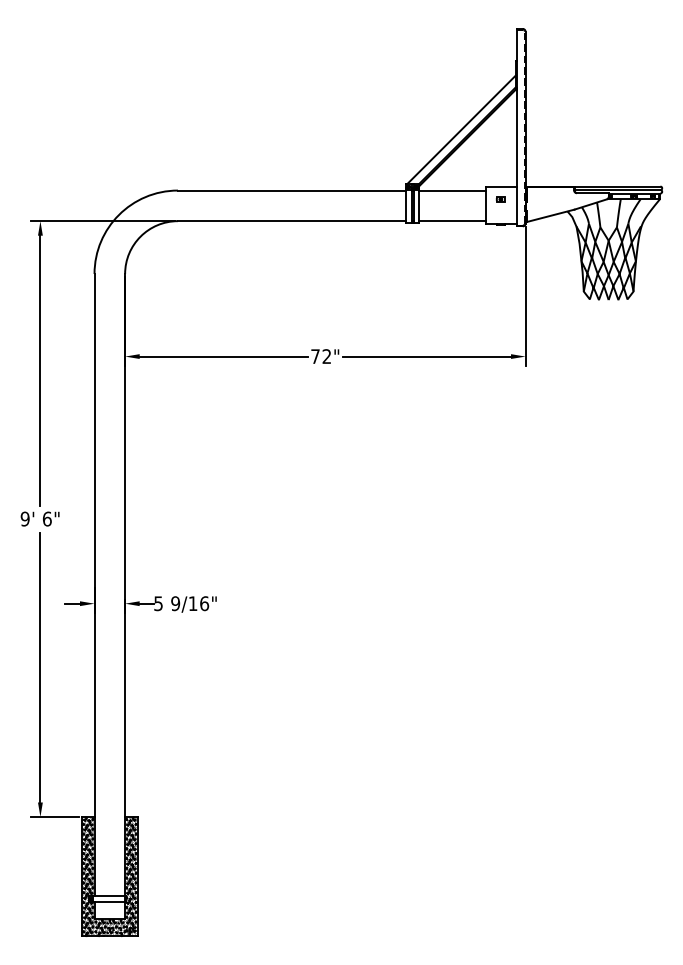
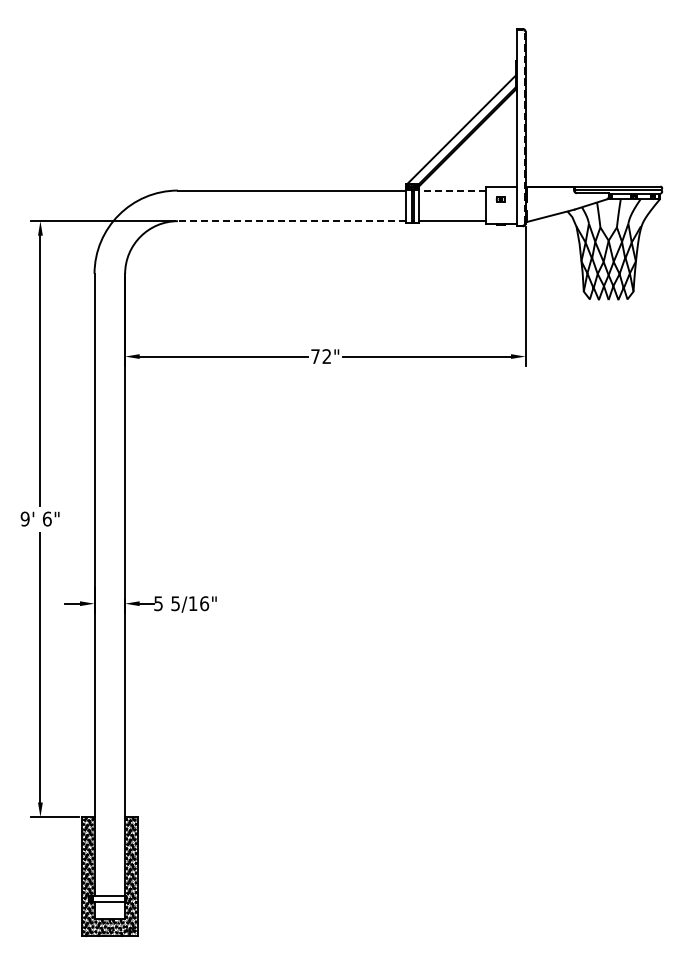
line at (452, 190): solid -> dashed
line at (291, 221): solid -> dashed
text at (175, 603): 9/16" -> 5/16"
